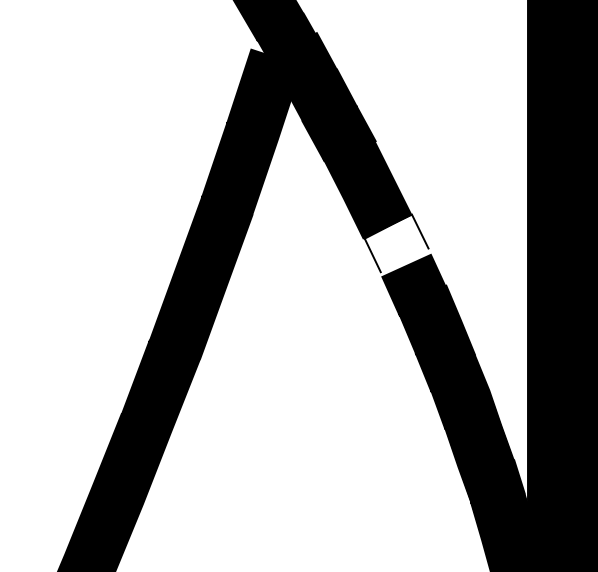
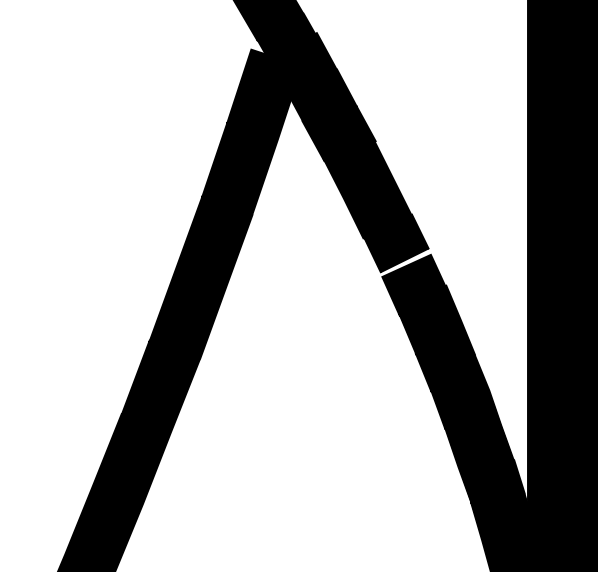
fill at (396, 243): none -> present
